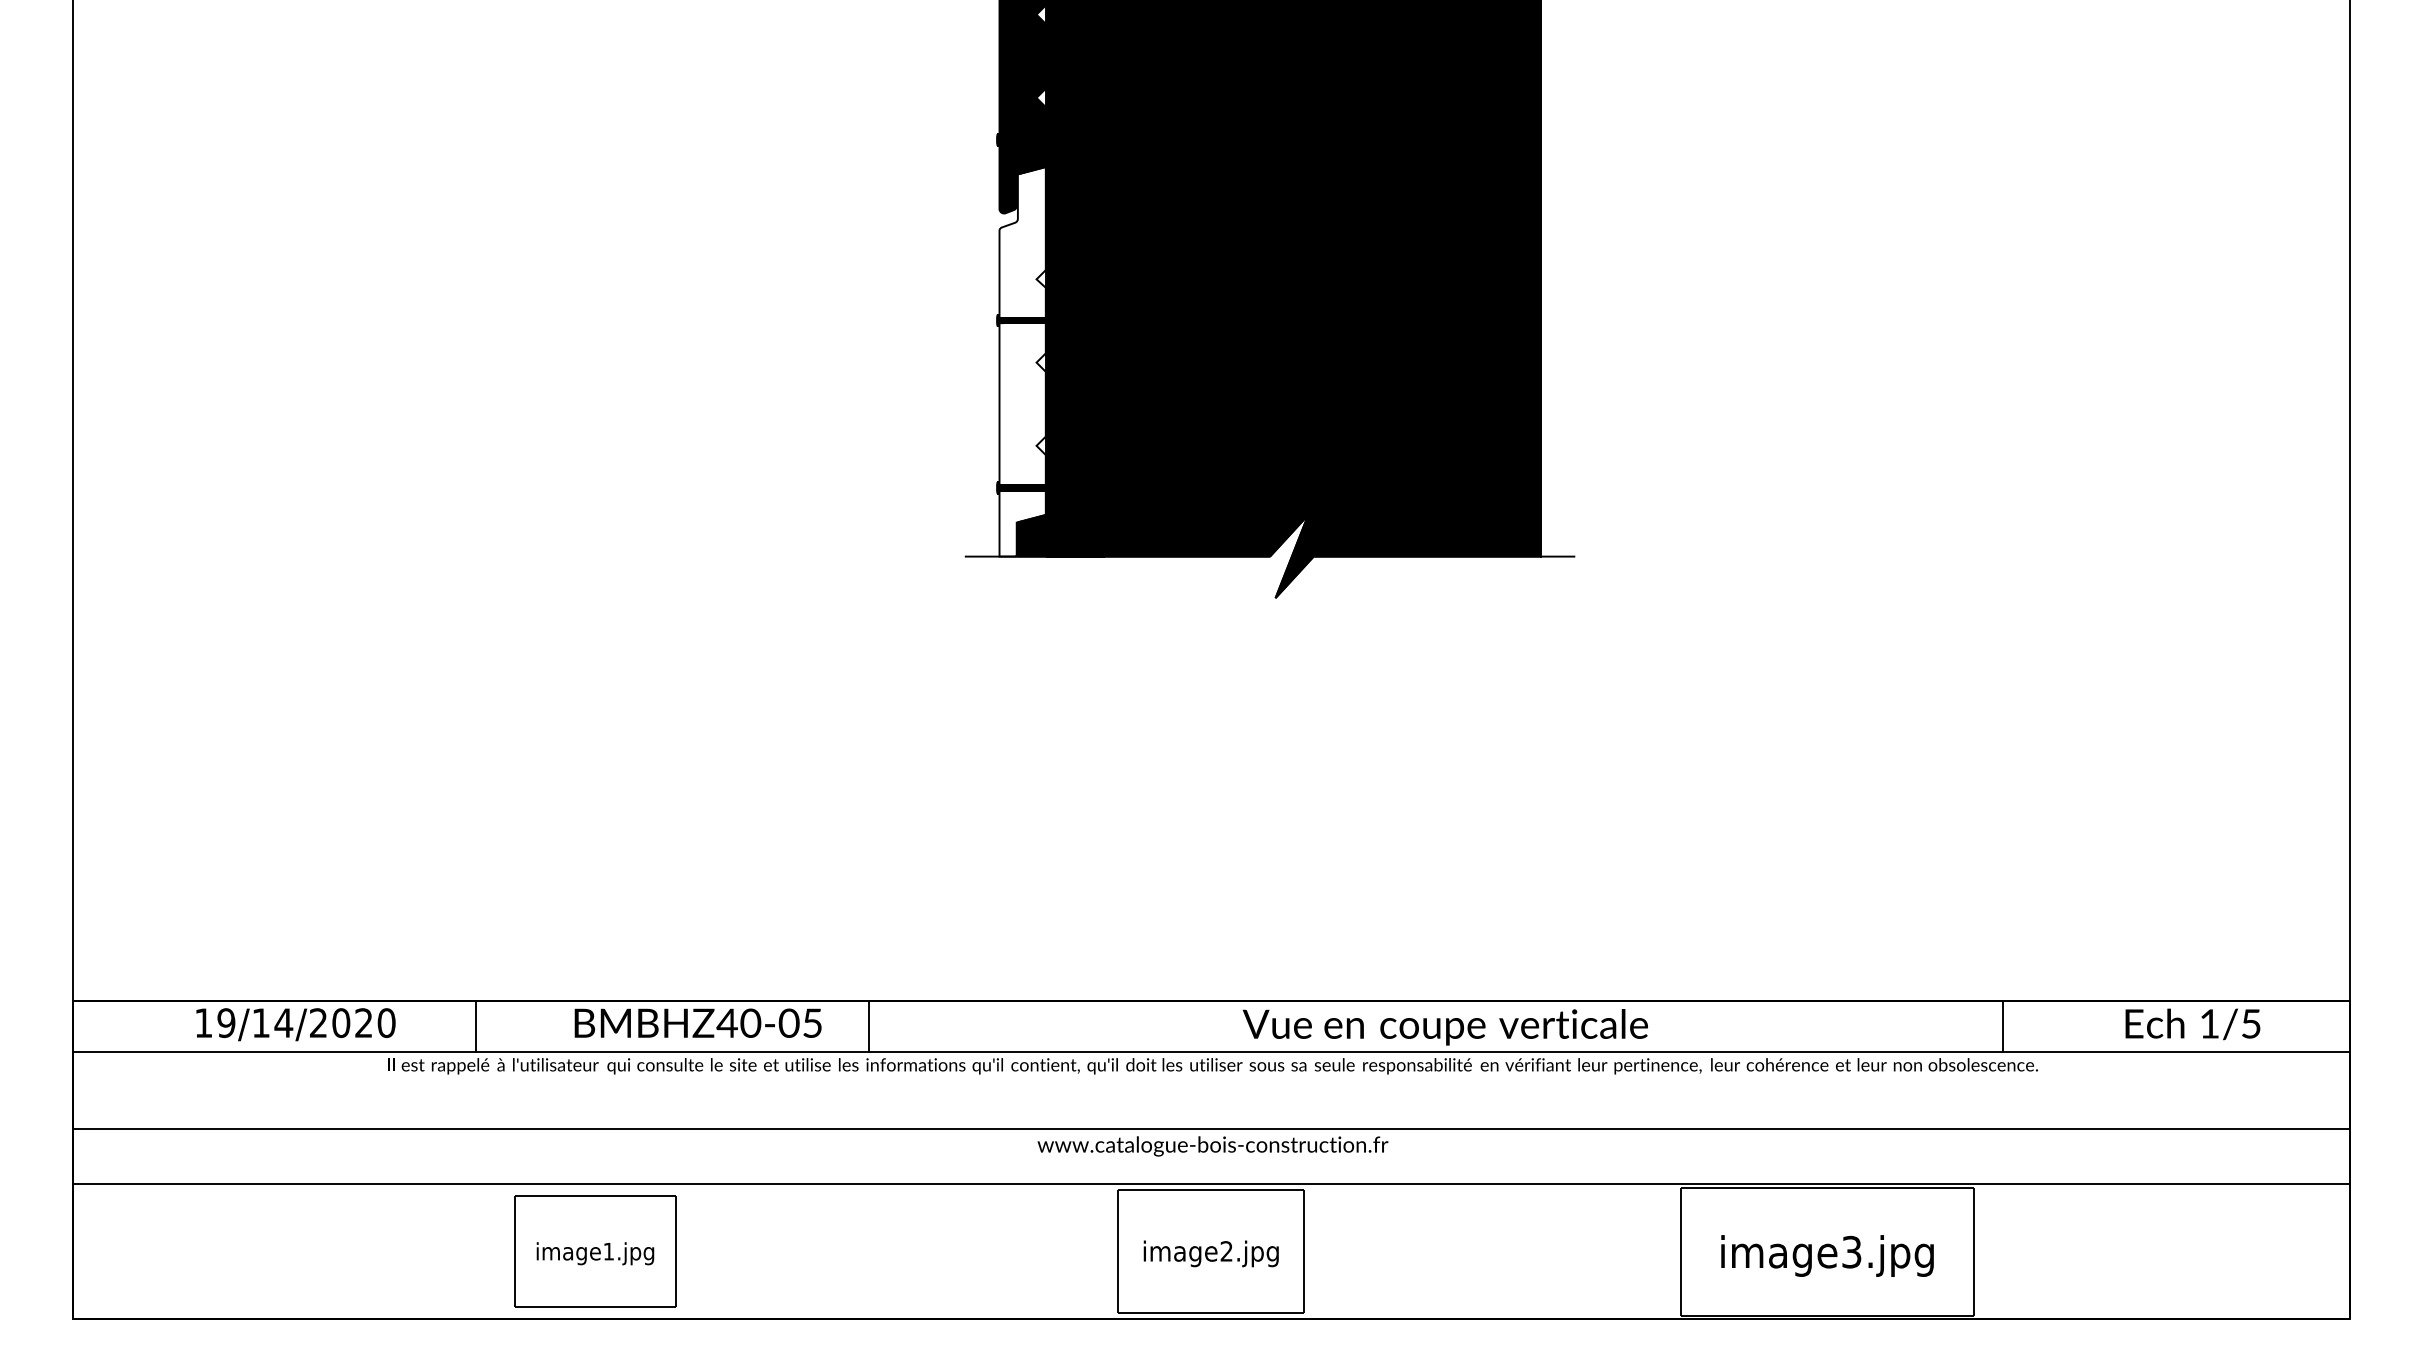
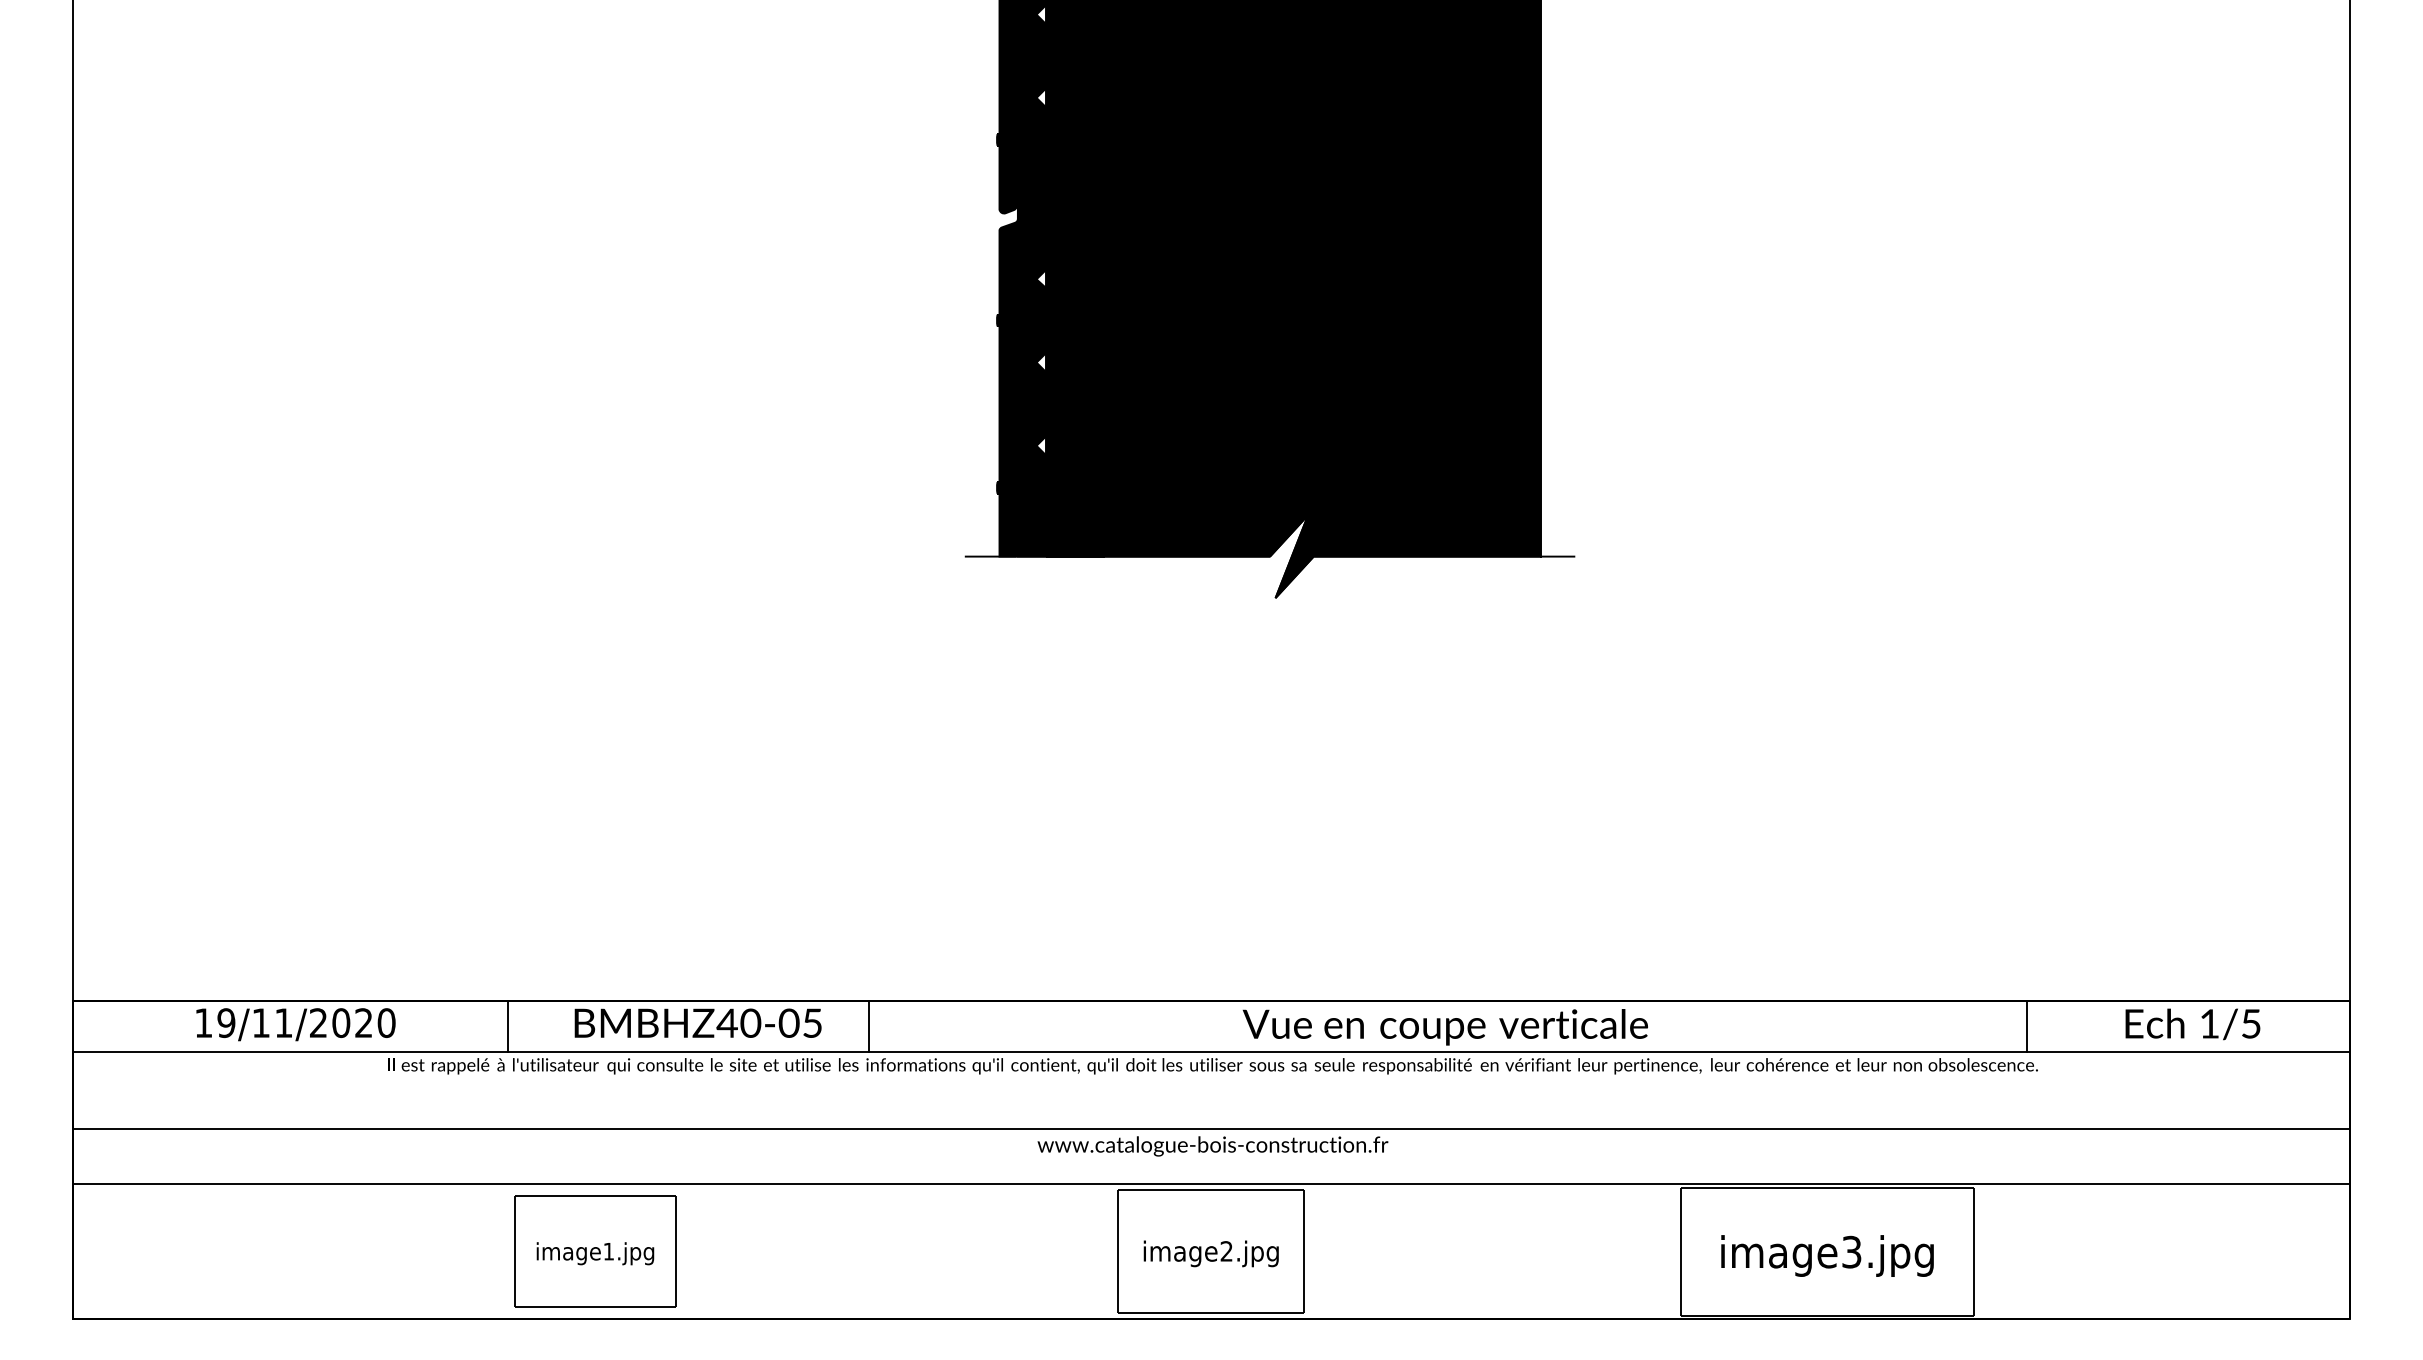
fill at (1022, 361): none -> present
text at (283, 1022): 19/14/2020 -> 19/11/2020
line at (475, 1026) position: (475, 1026) -> (507, 1026)
line at (2003, 1026) position: (2003, 1026) -> (2027, 1026)
